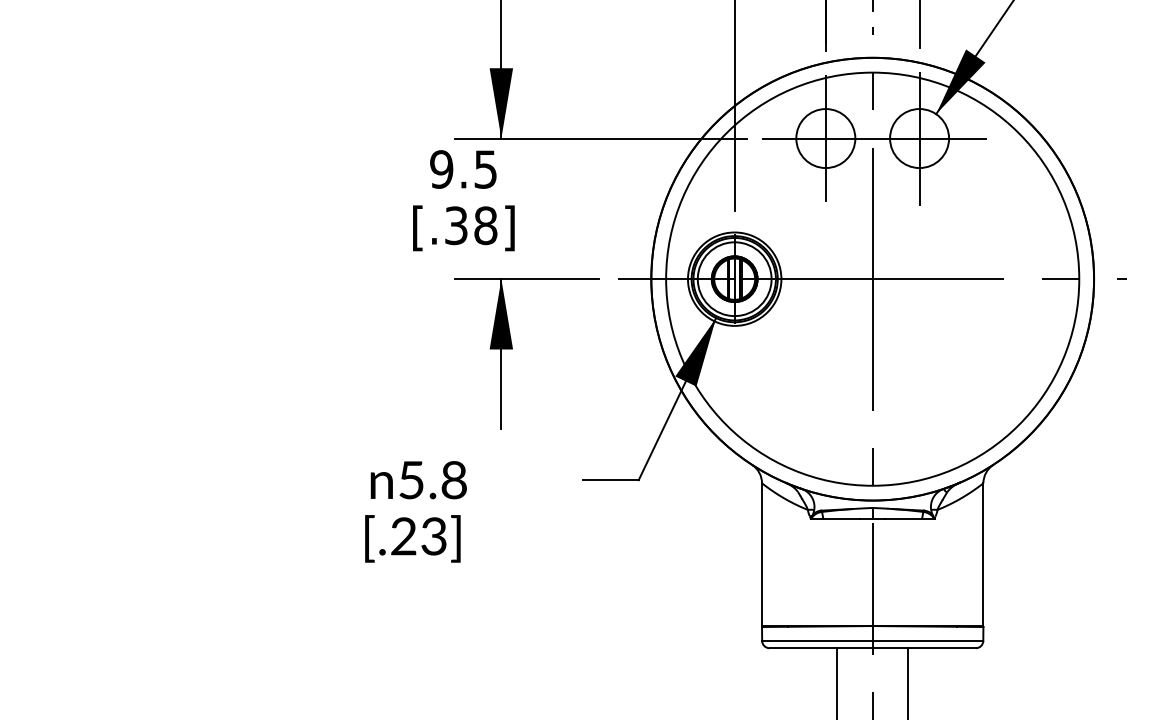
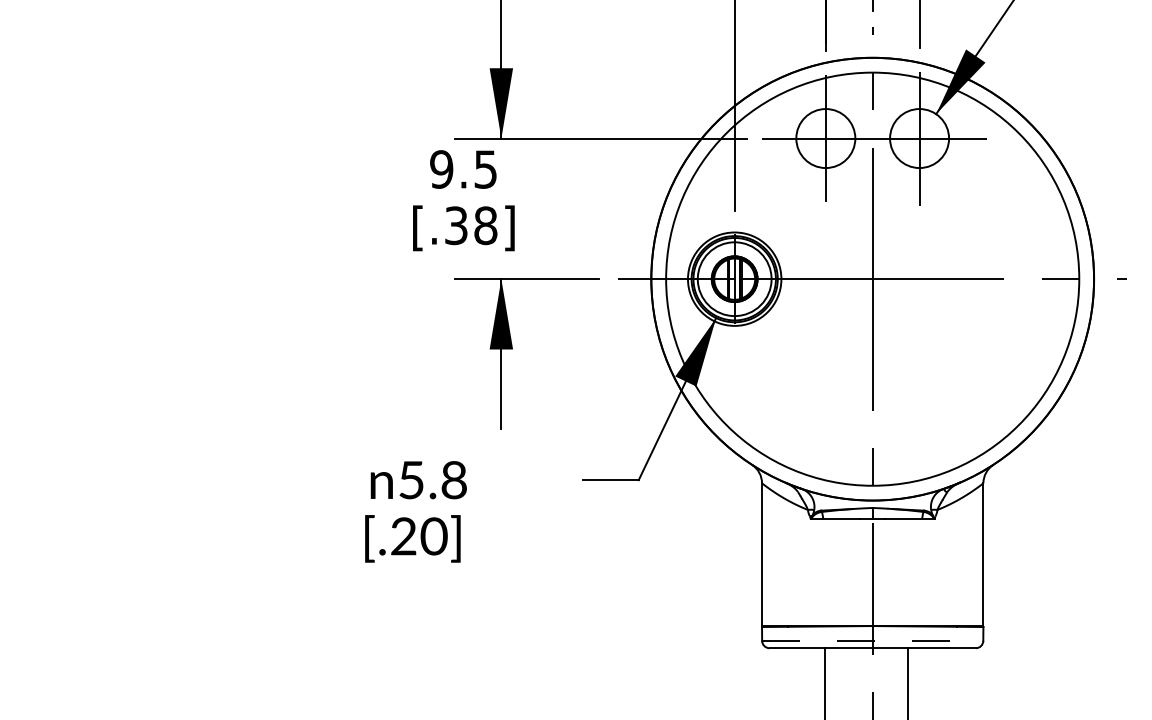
text at (433, 536): [.23] -> [.20]
line at (872, 640): solid -> dashed
line at (837, 682) position: (837, 682) -> (825, 682)
